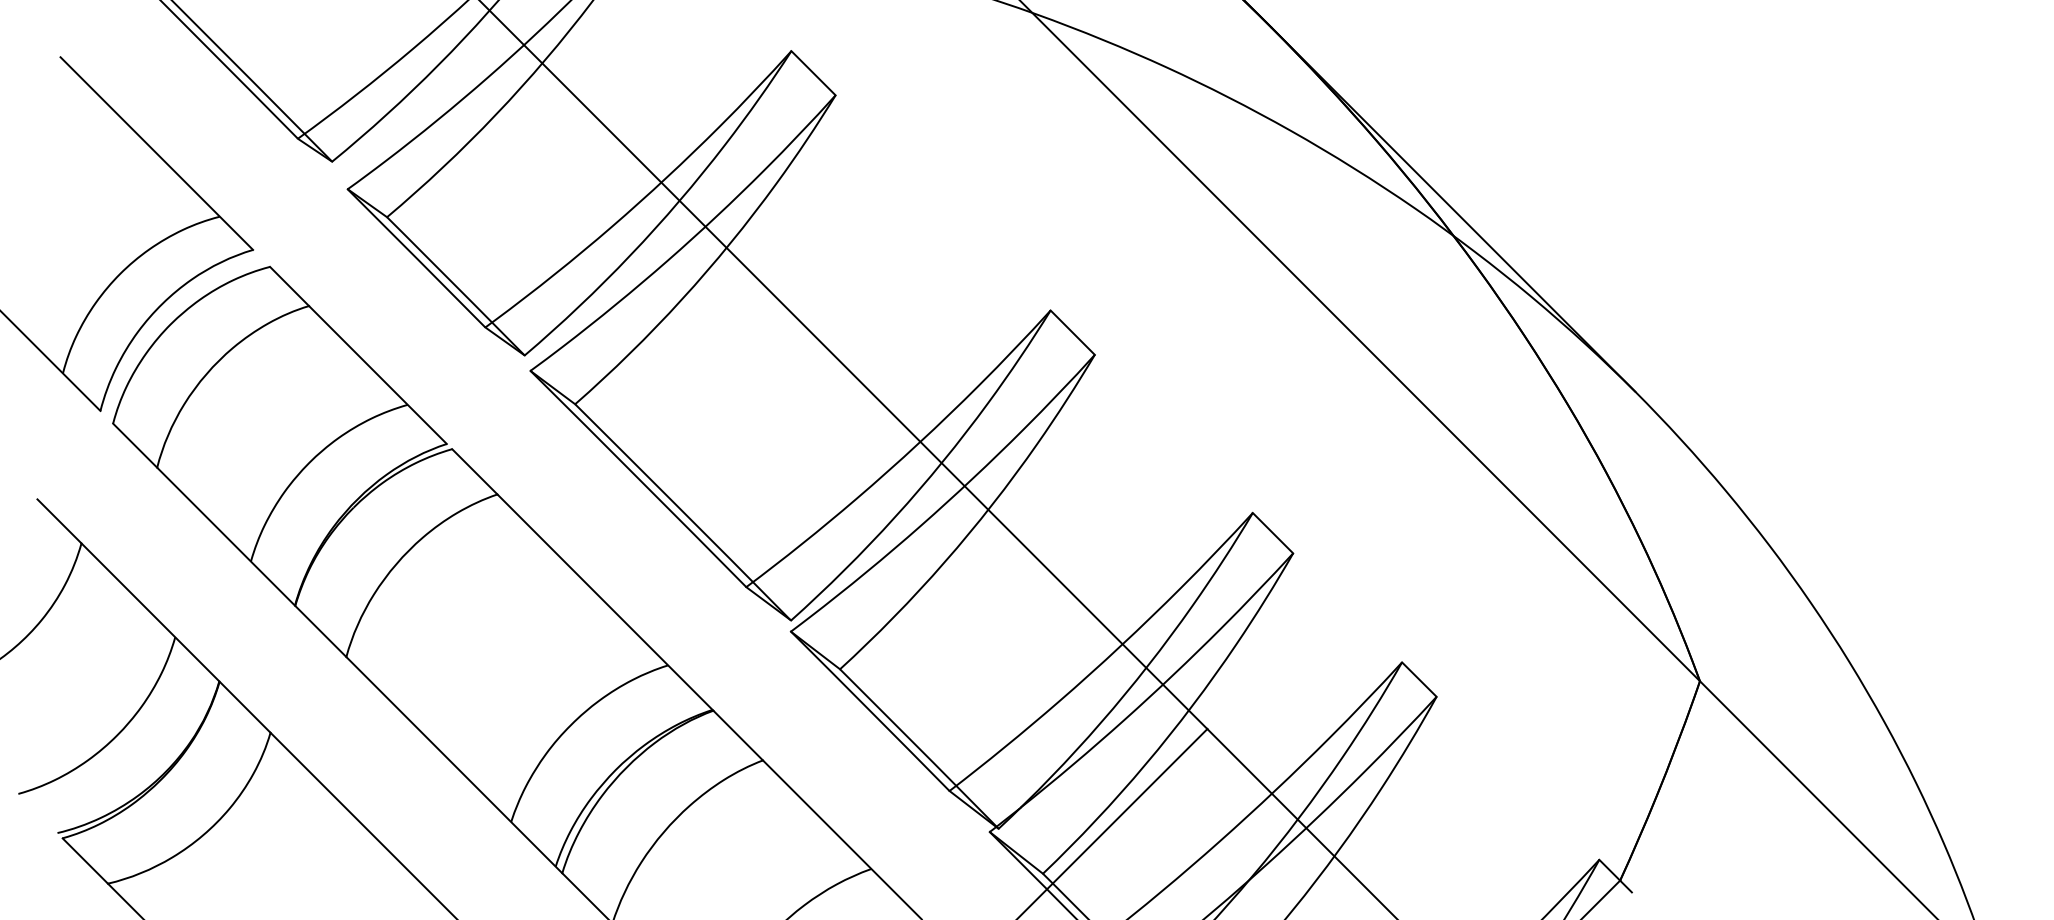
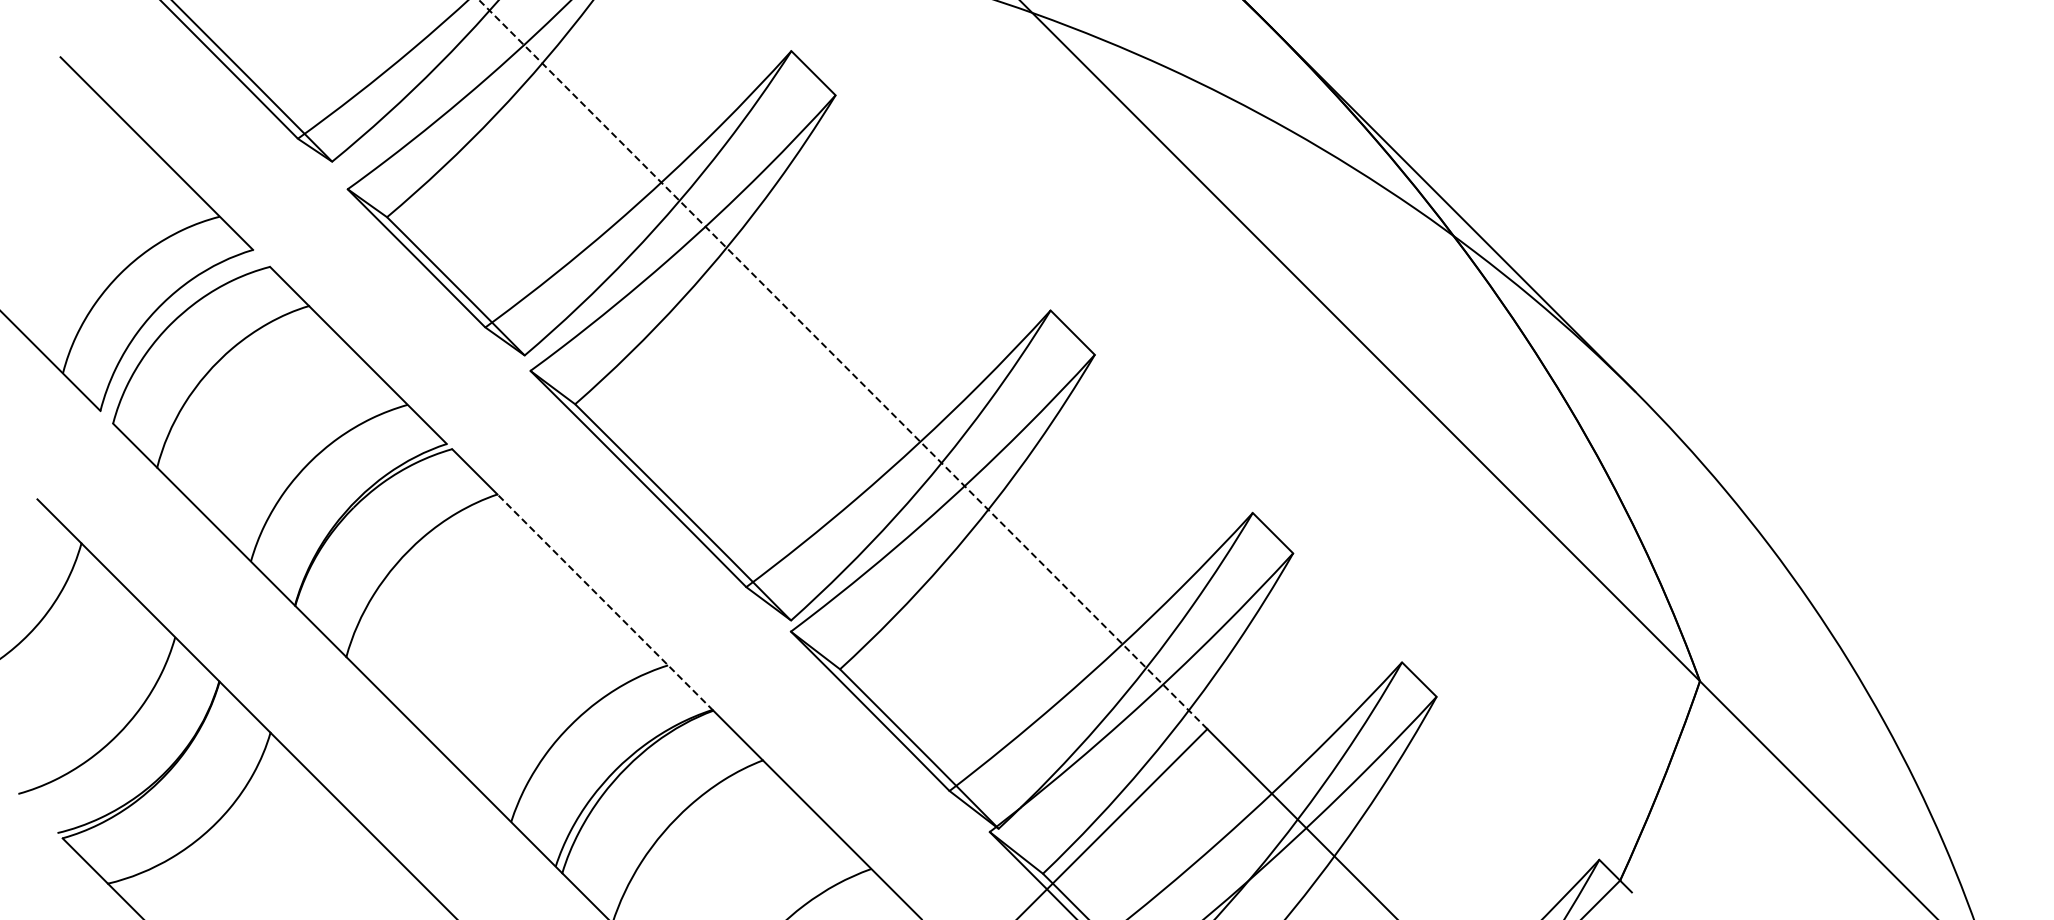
line at (843, 364): solid -> dashed
line at (605, 602): solid -> dashed
